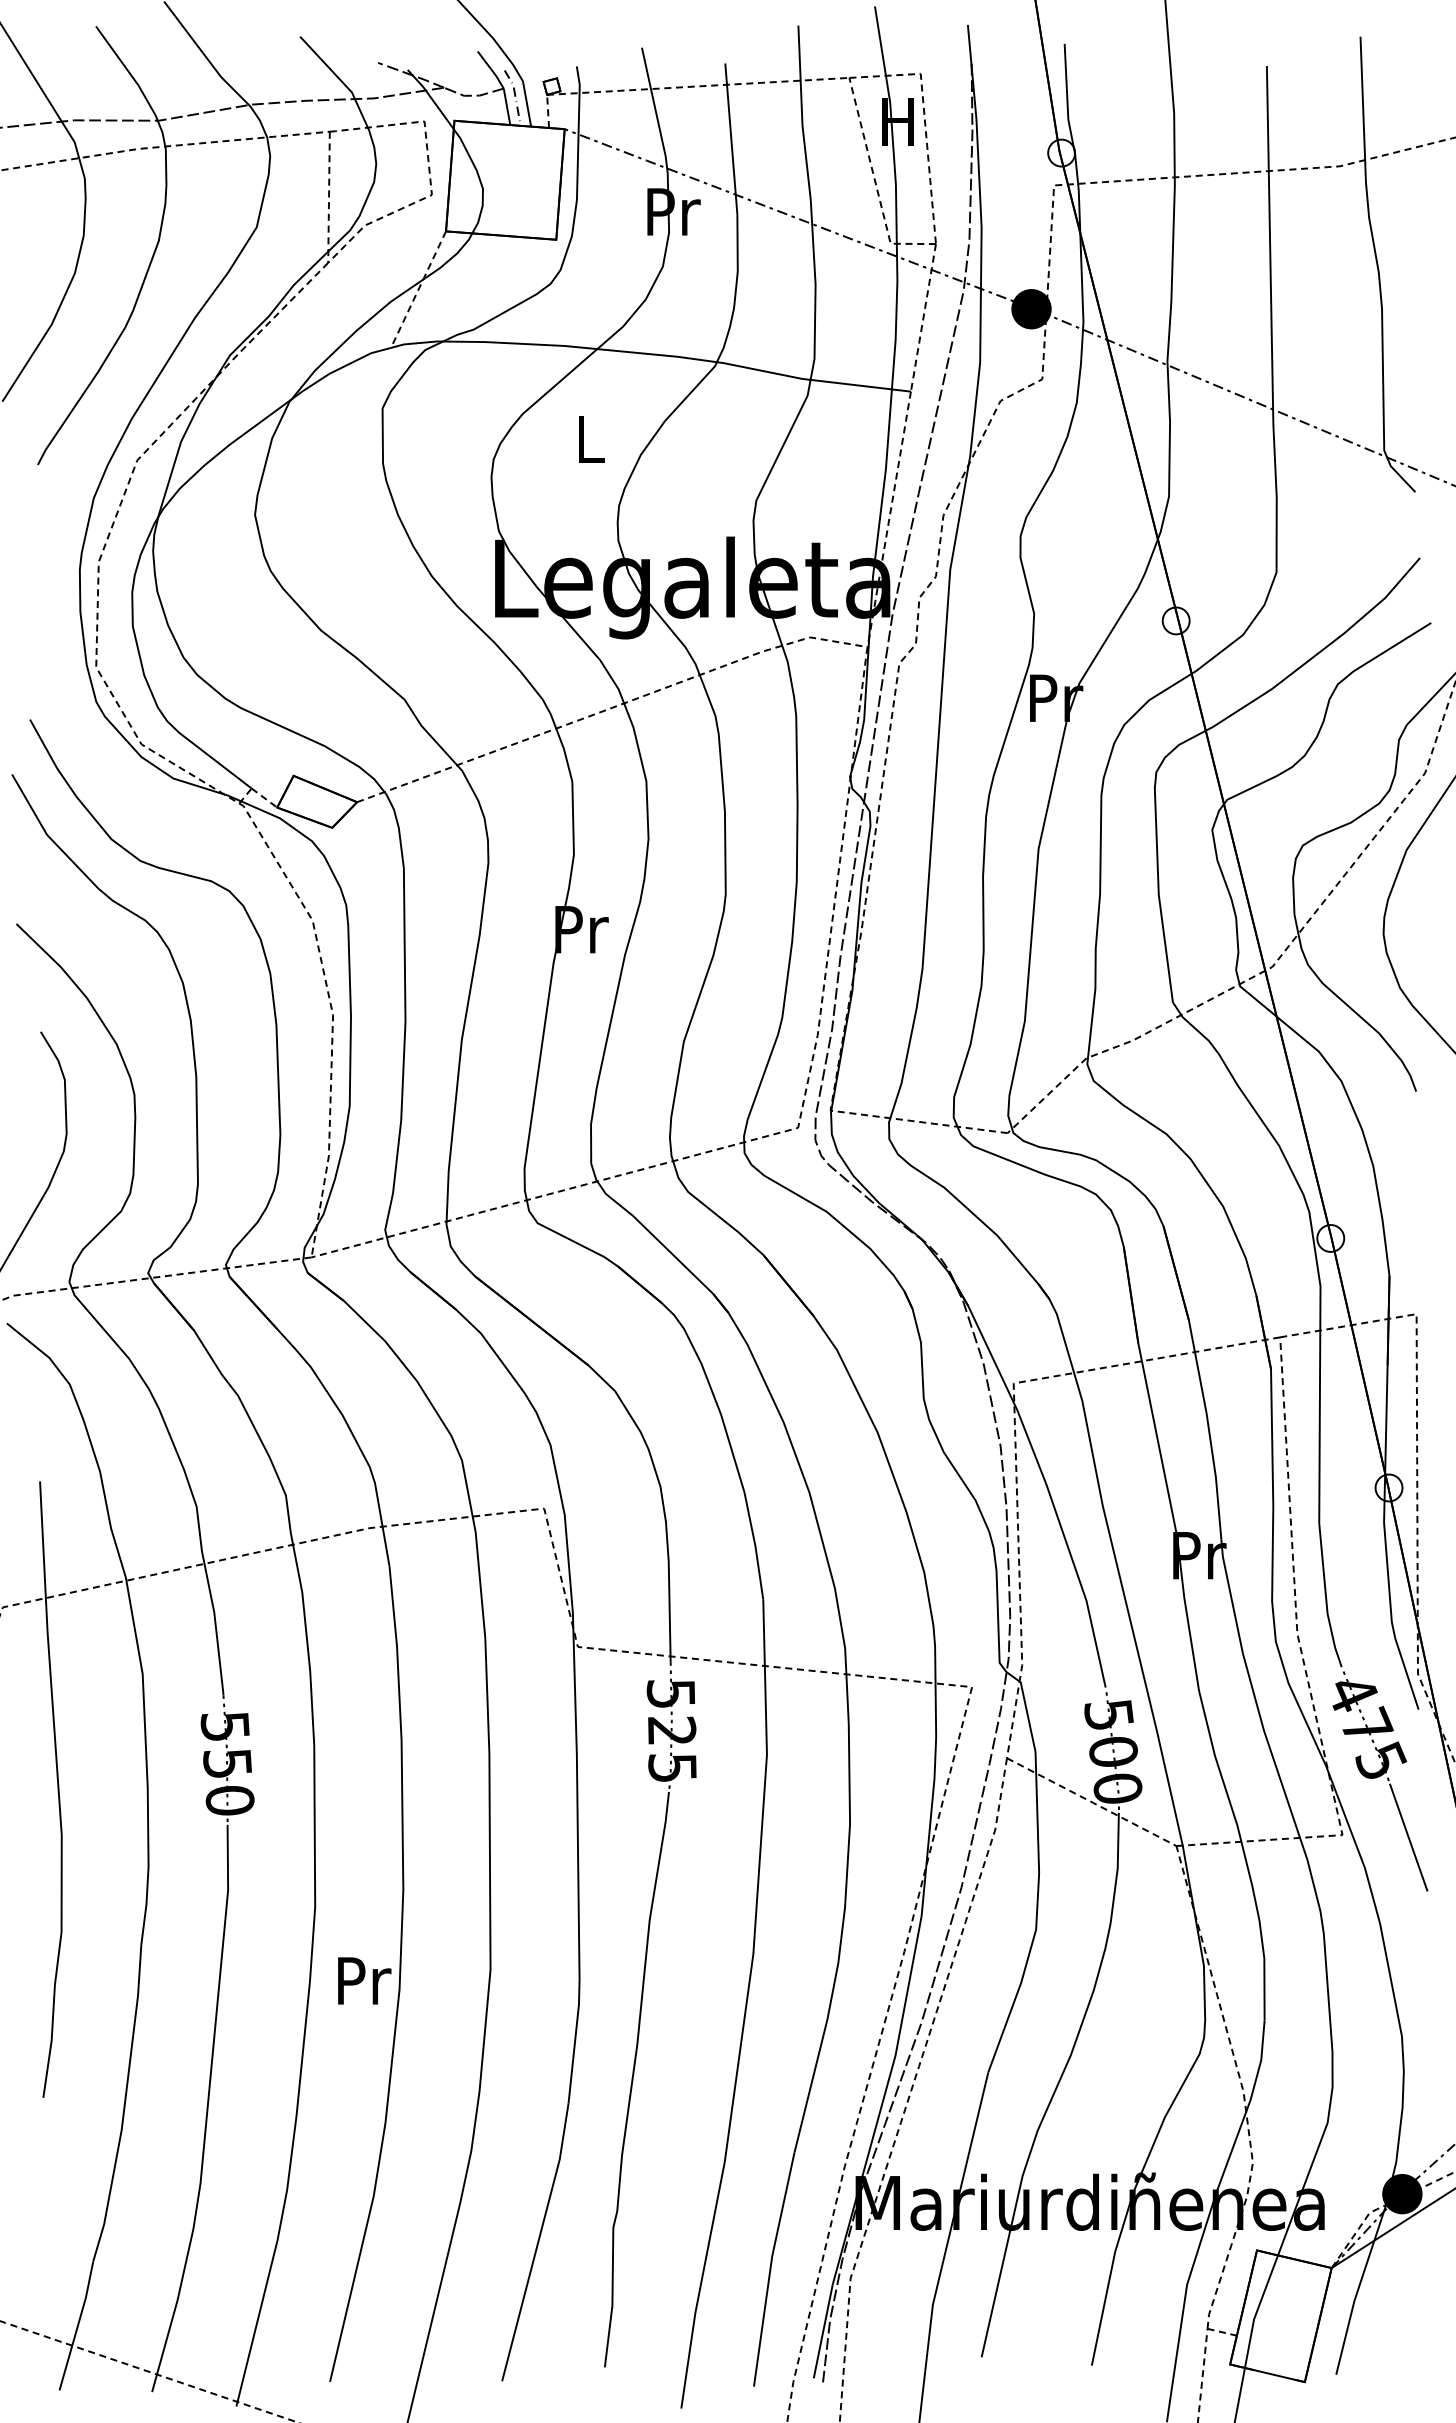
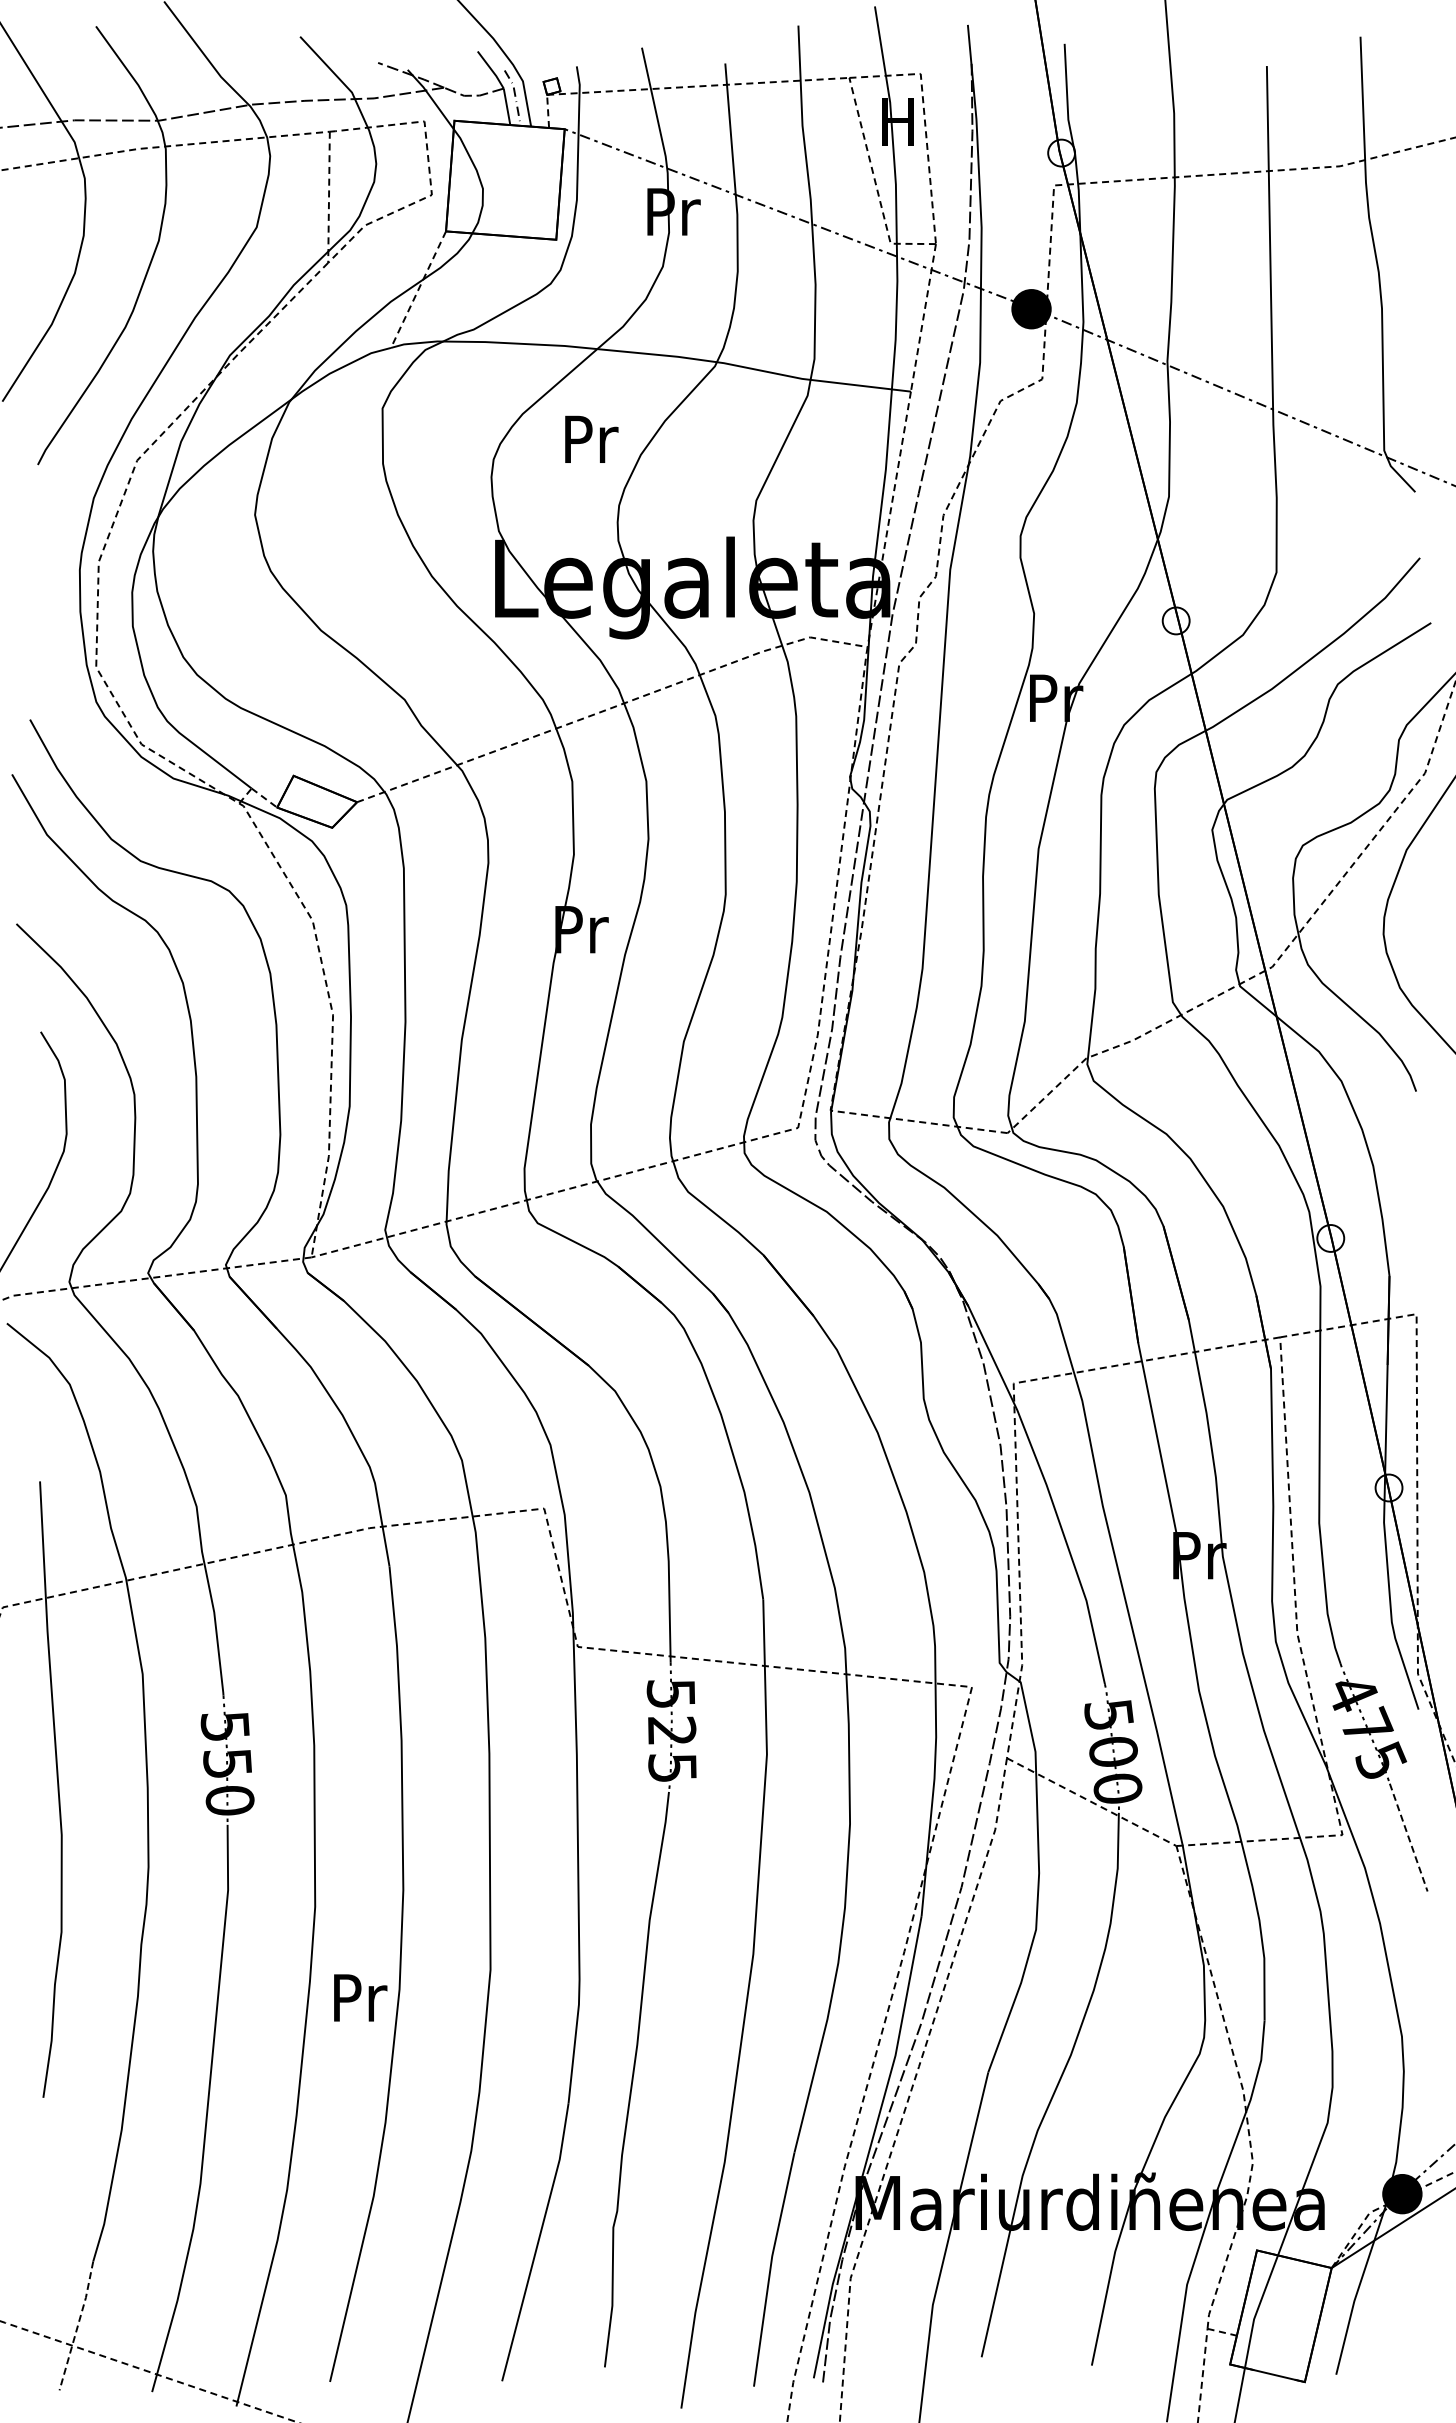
text at (591, 438): L -> Pr
line at (1408, 1838): solid -> dashed
text at (364, 1980) position: (364, 1980) -> (360, 1997)
line at (78, 2325): solid -> dashed
